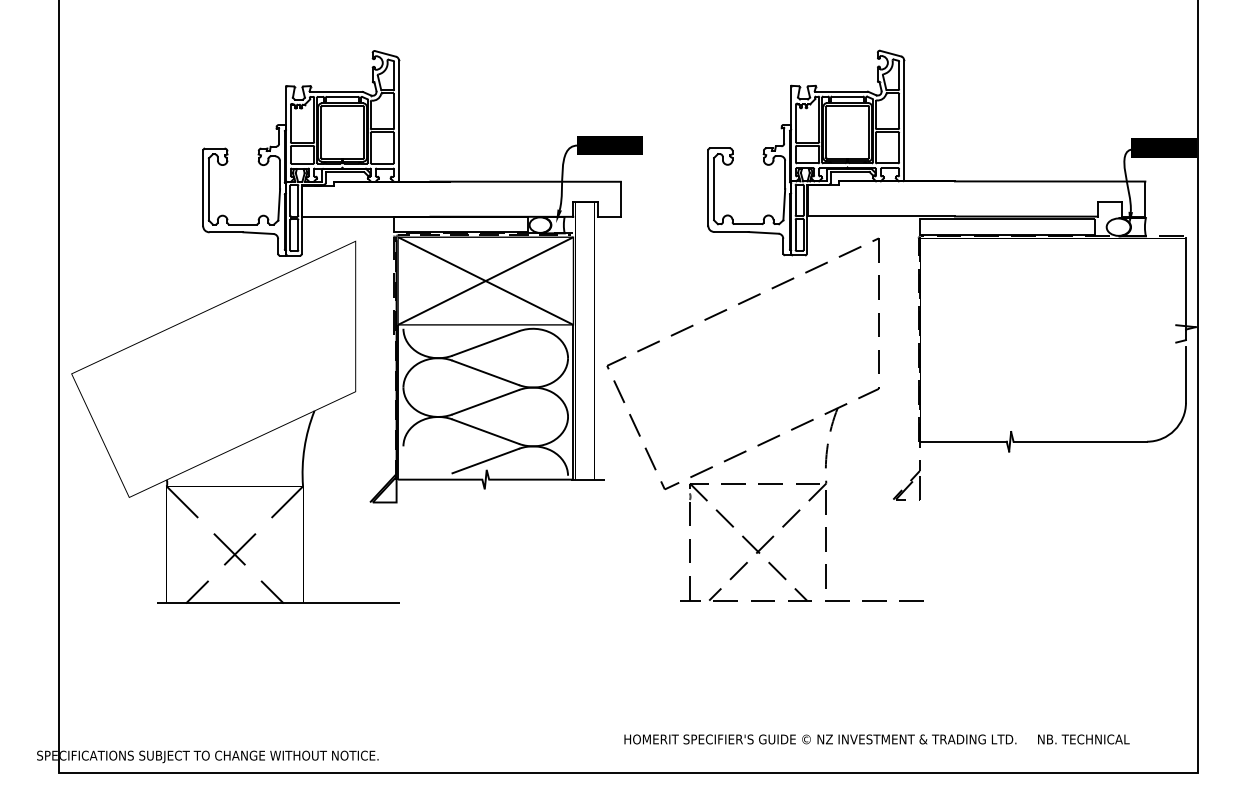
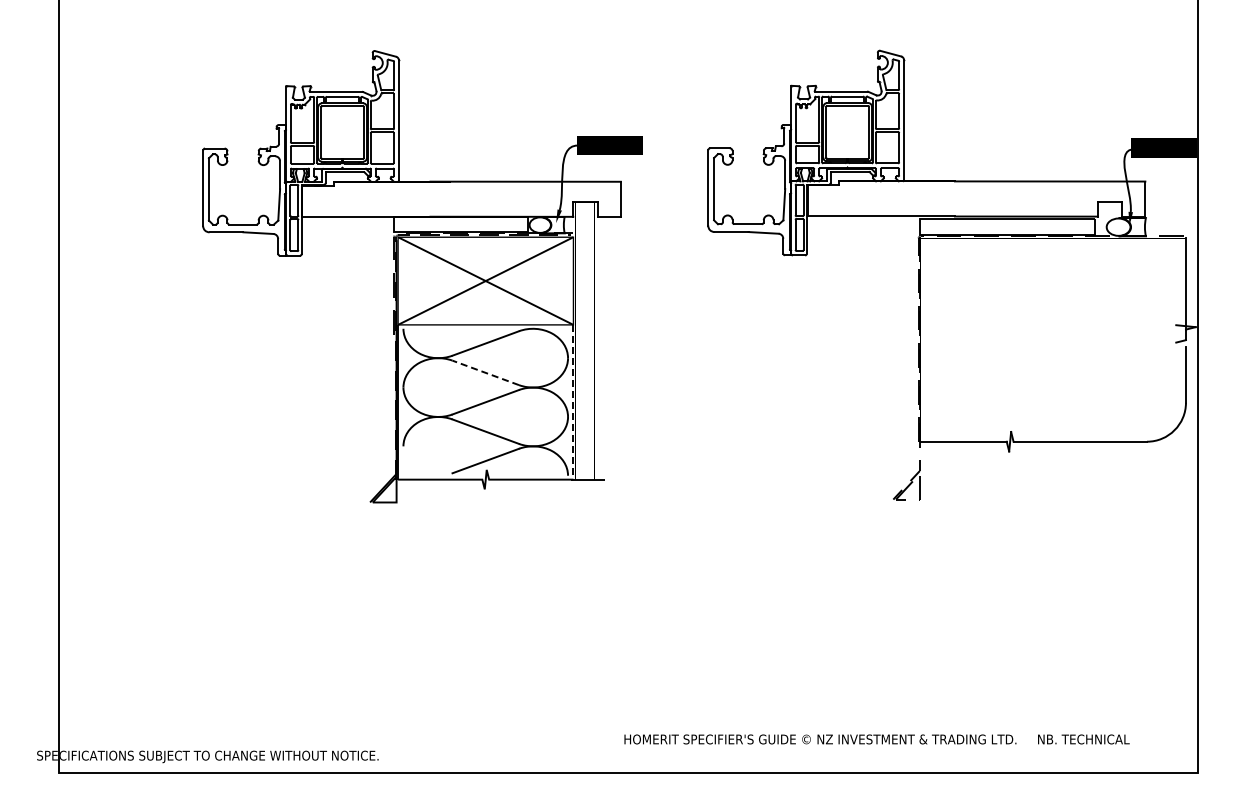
line at (485, 372): solid -> dashed
line at (573, 402): solid -> dashed
part at (235, 421): present -> none
part at (772, 437): present -> none
